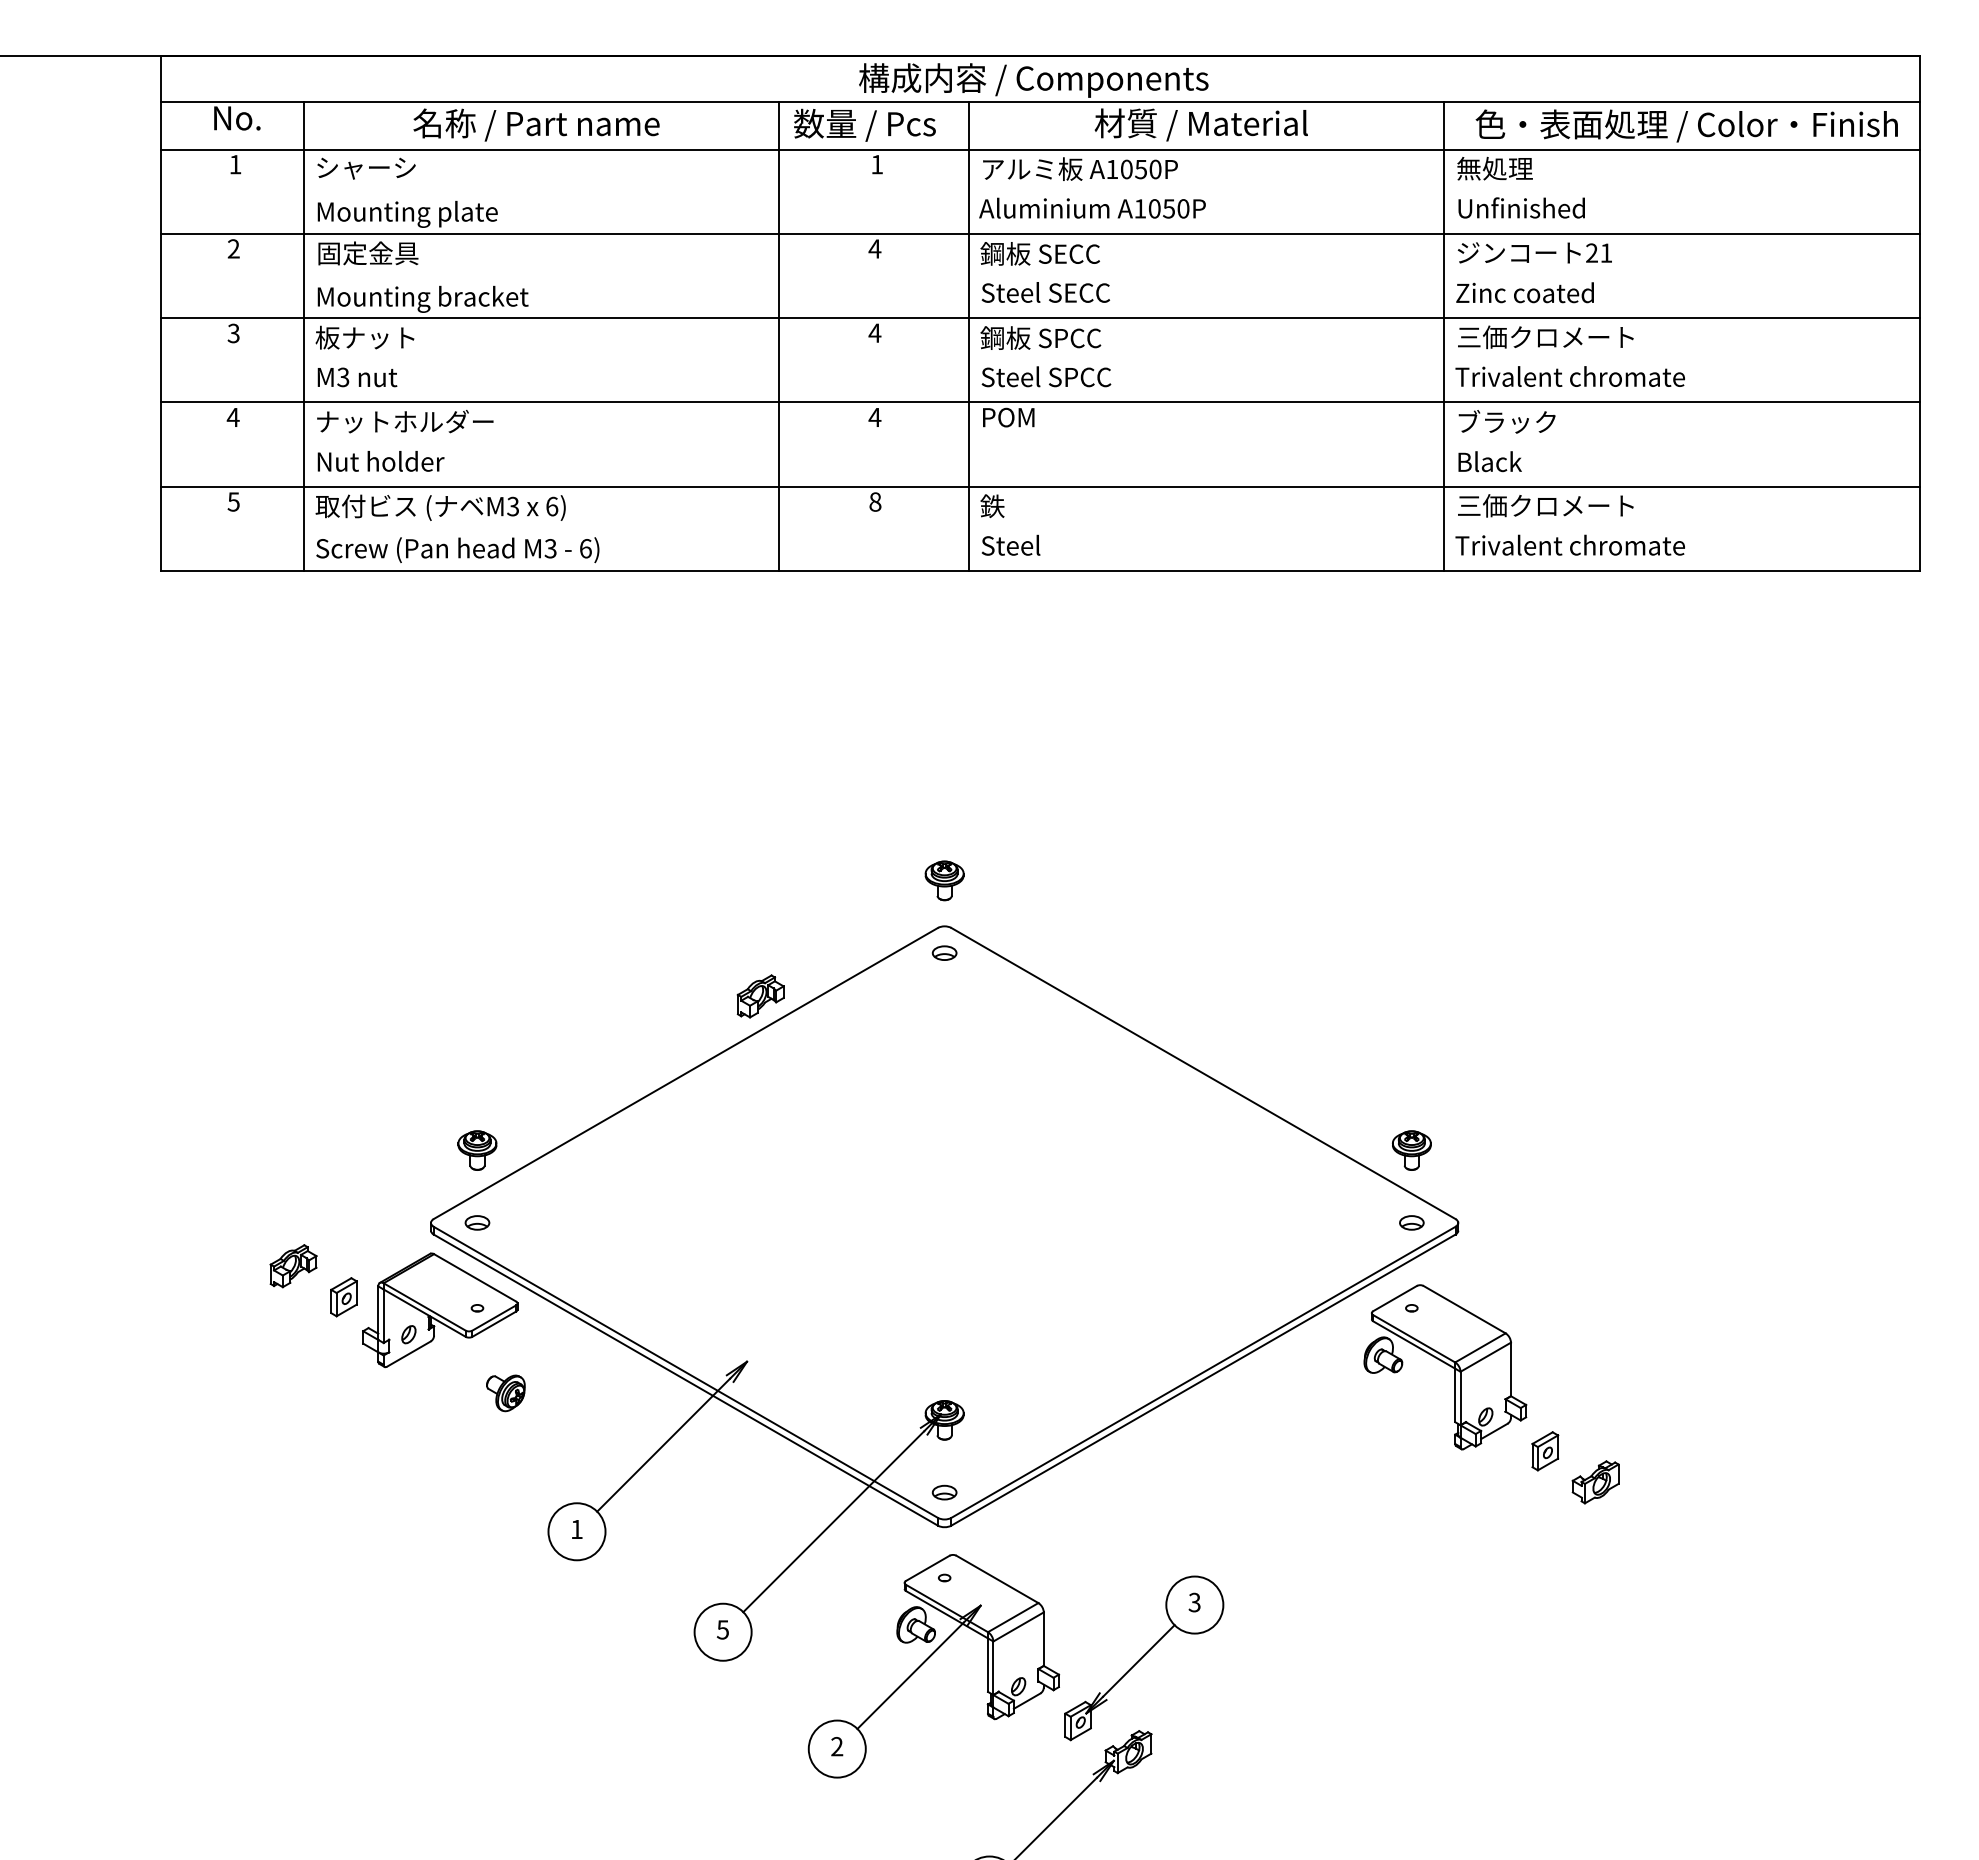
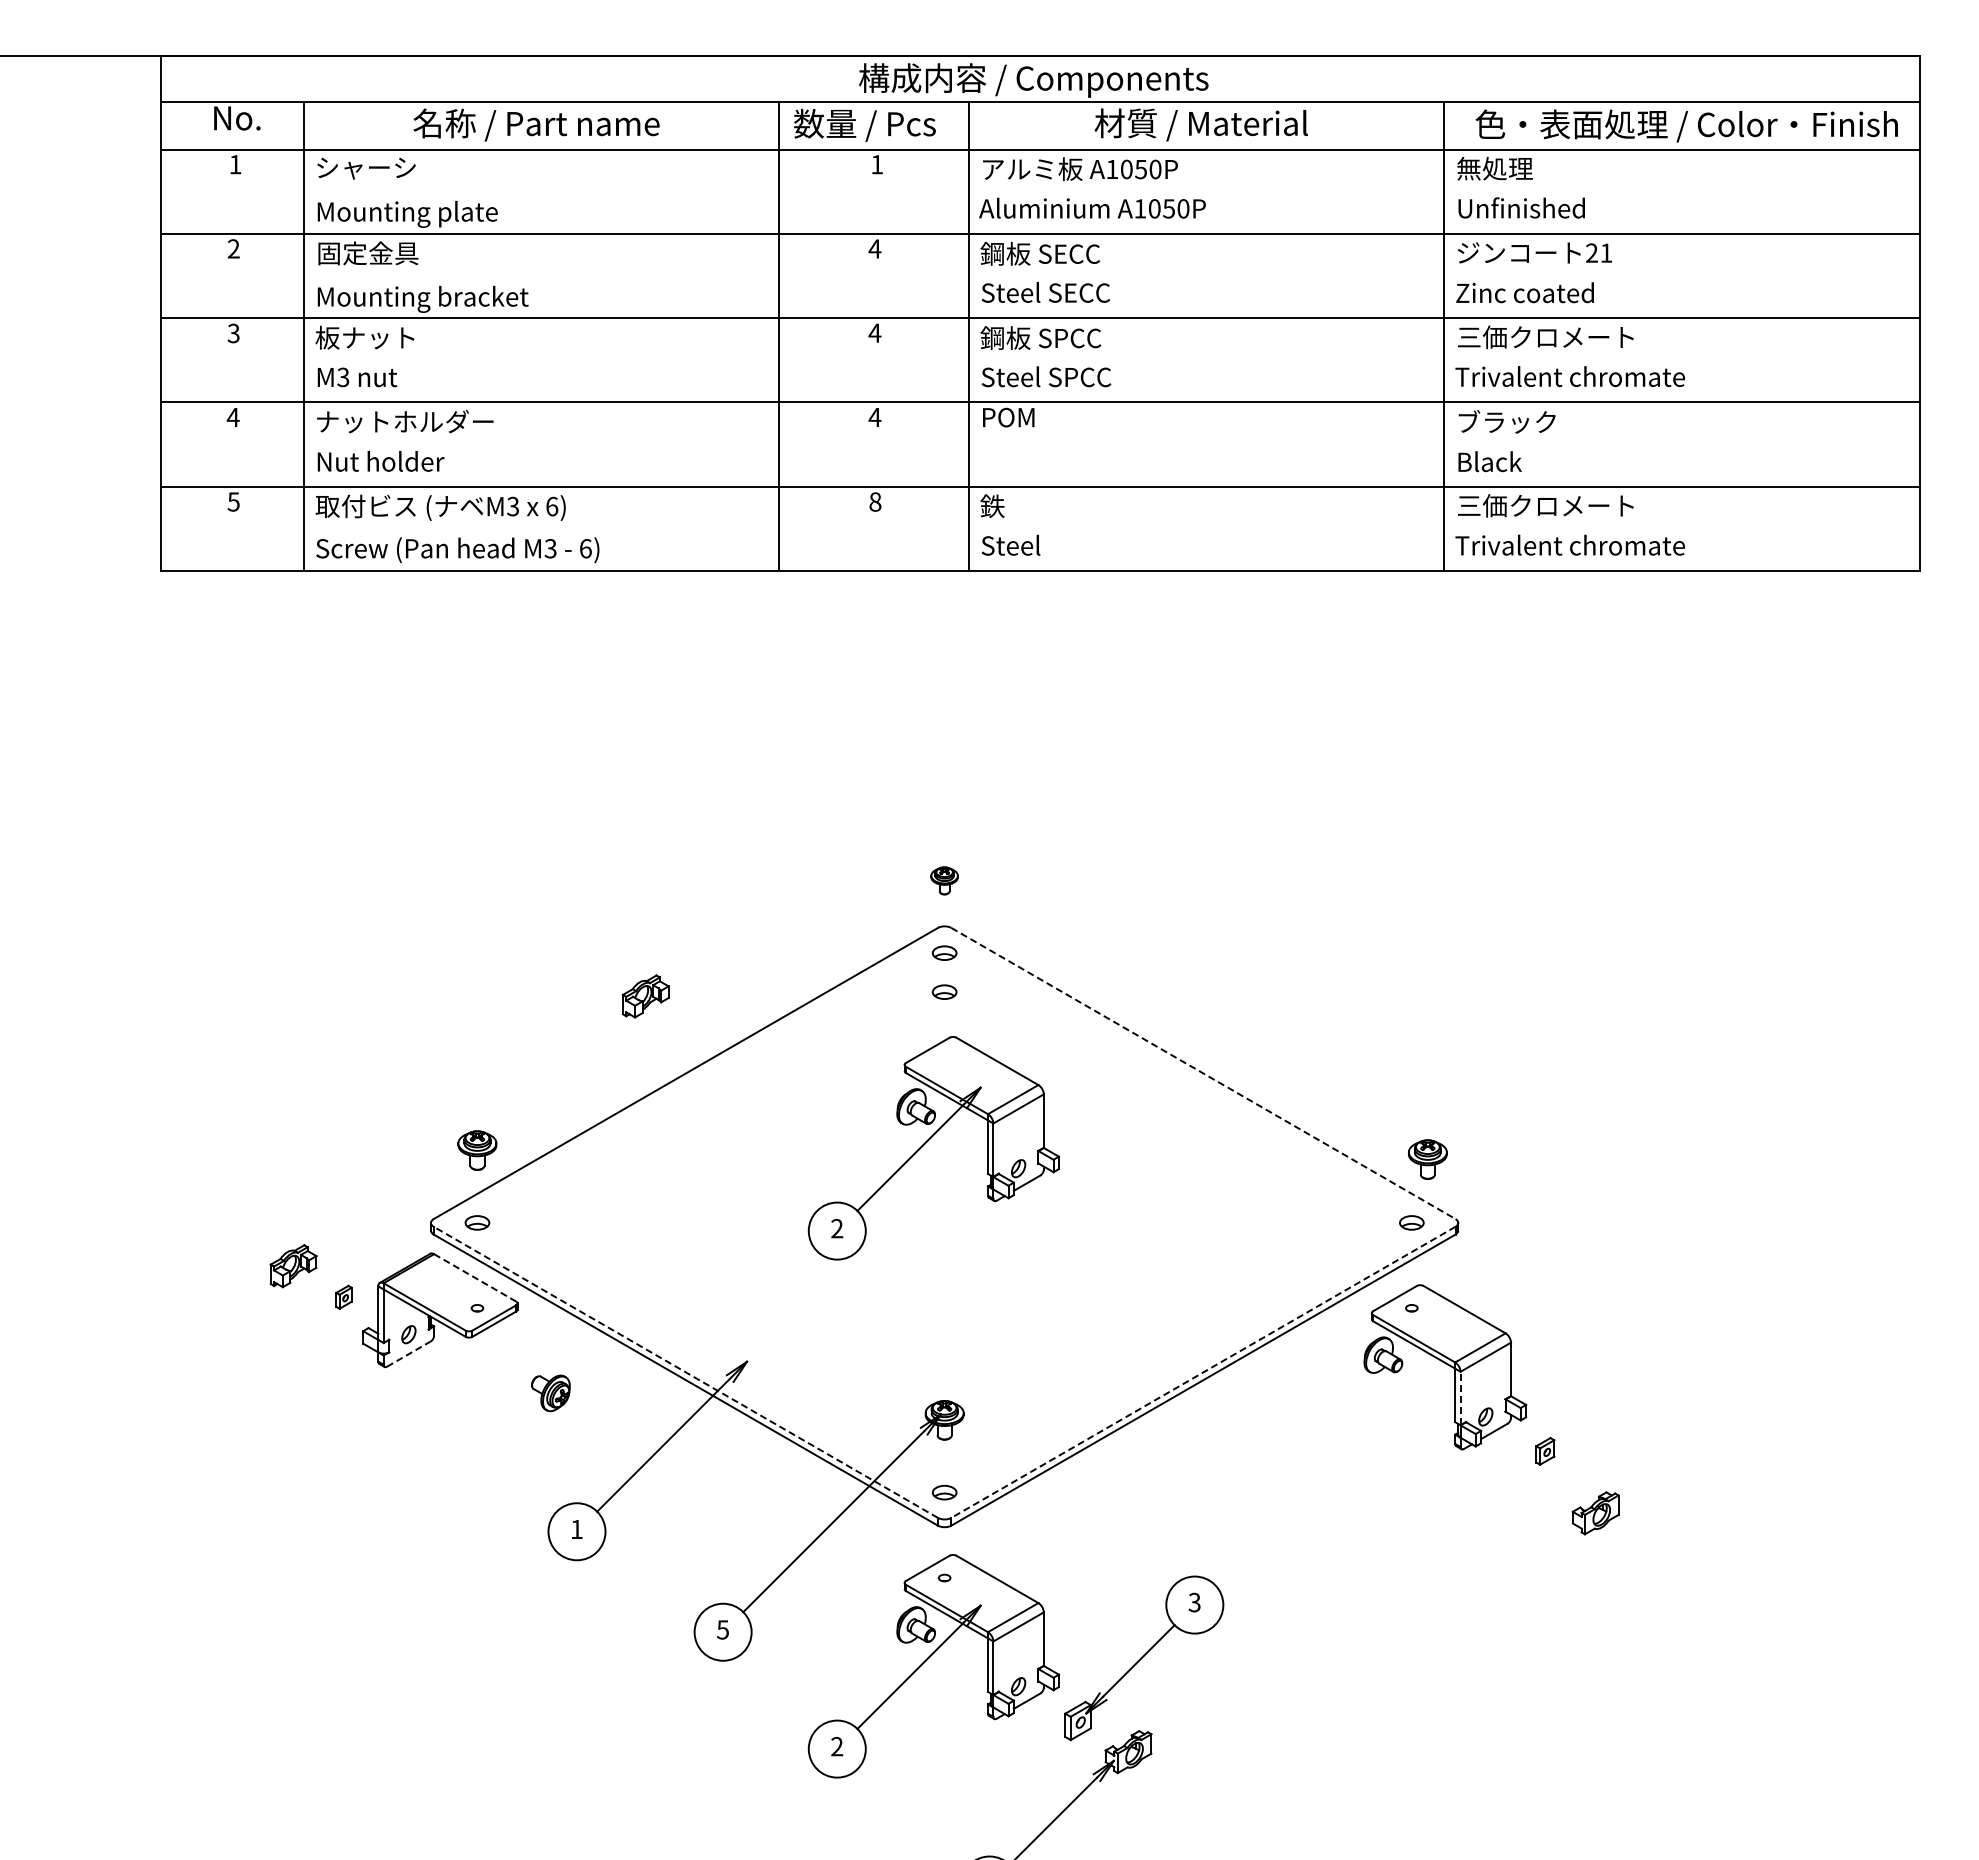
part at (944, 880) size: 41x42 px -> 29x30 px
part at (944, 991): none -> present
part at (760, 996) position: (760, 996) -> (645, 996)
line at (1203, 1073): solid -> dashed
part at (927, 1142): none -> present
part at (1411, 1150) position: (1411, 1150) -> (1427, 1159)
line at (475, 1278): solid -> dashed
part at (343, 1297) size: 28x41 px -> 18x26 px
line at (409, 1353): solid -> dashed
line at (685, 1372): solid -> dashed
line at (1203, 1372): solid -> dashed
part at (505, 1393) position: (505, 1393) -> (550, 1393)
line at (1460, 1398): solid -> dashed
part at (1545, 1451) size: 29x41 px -> 21x30 px
part at (1595, 1482) position: (1595, 1482) -> (1595, 1513)
